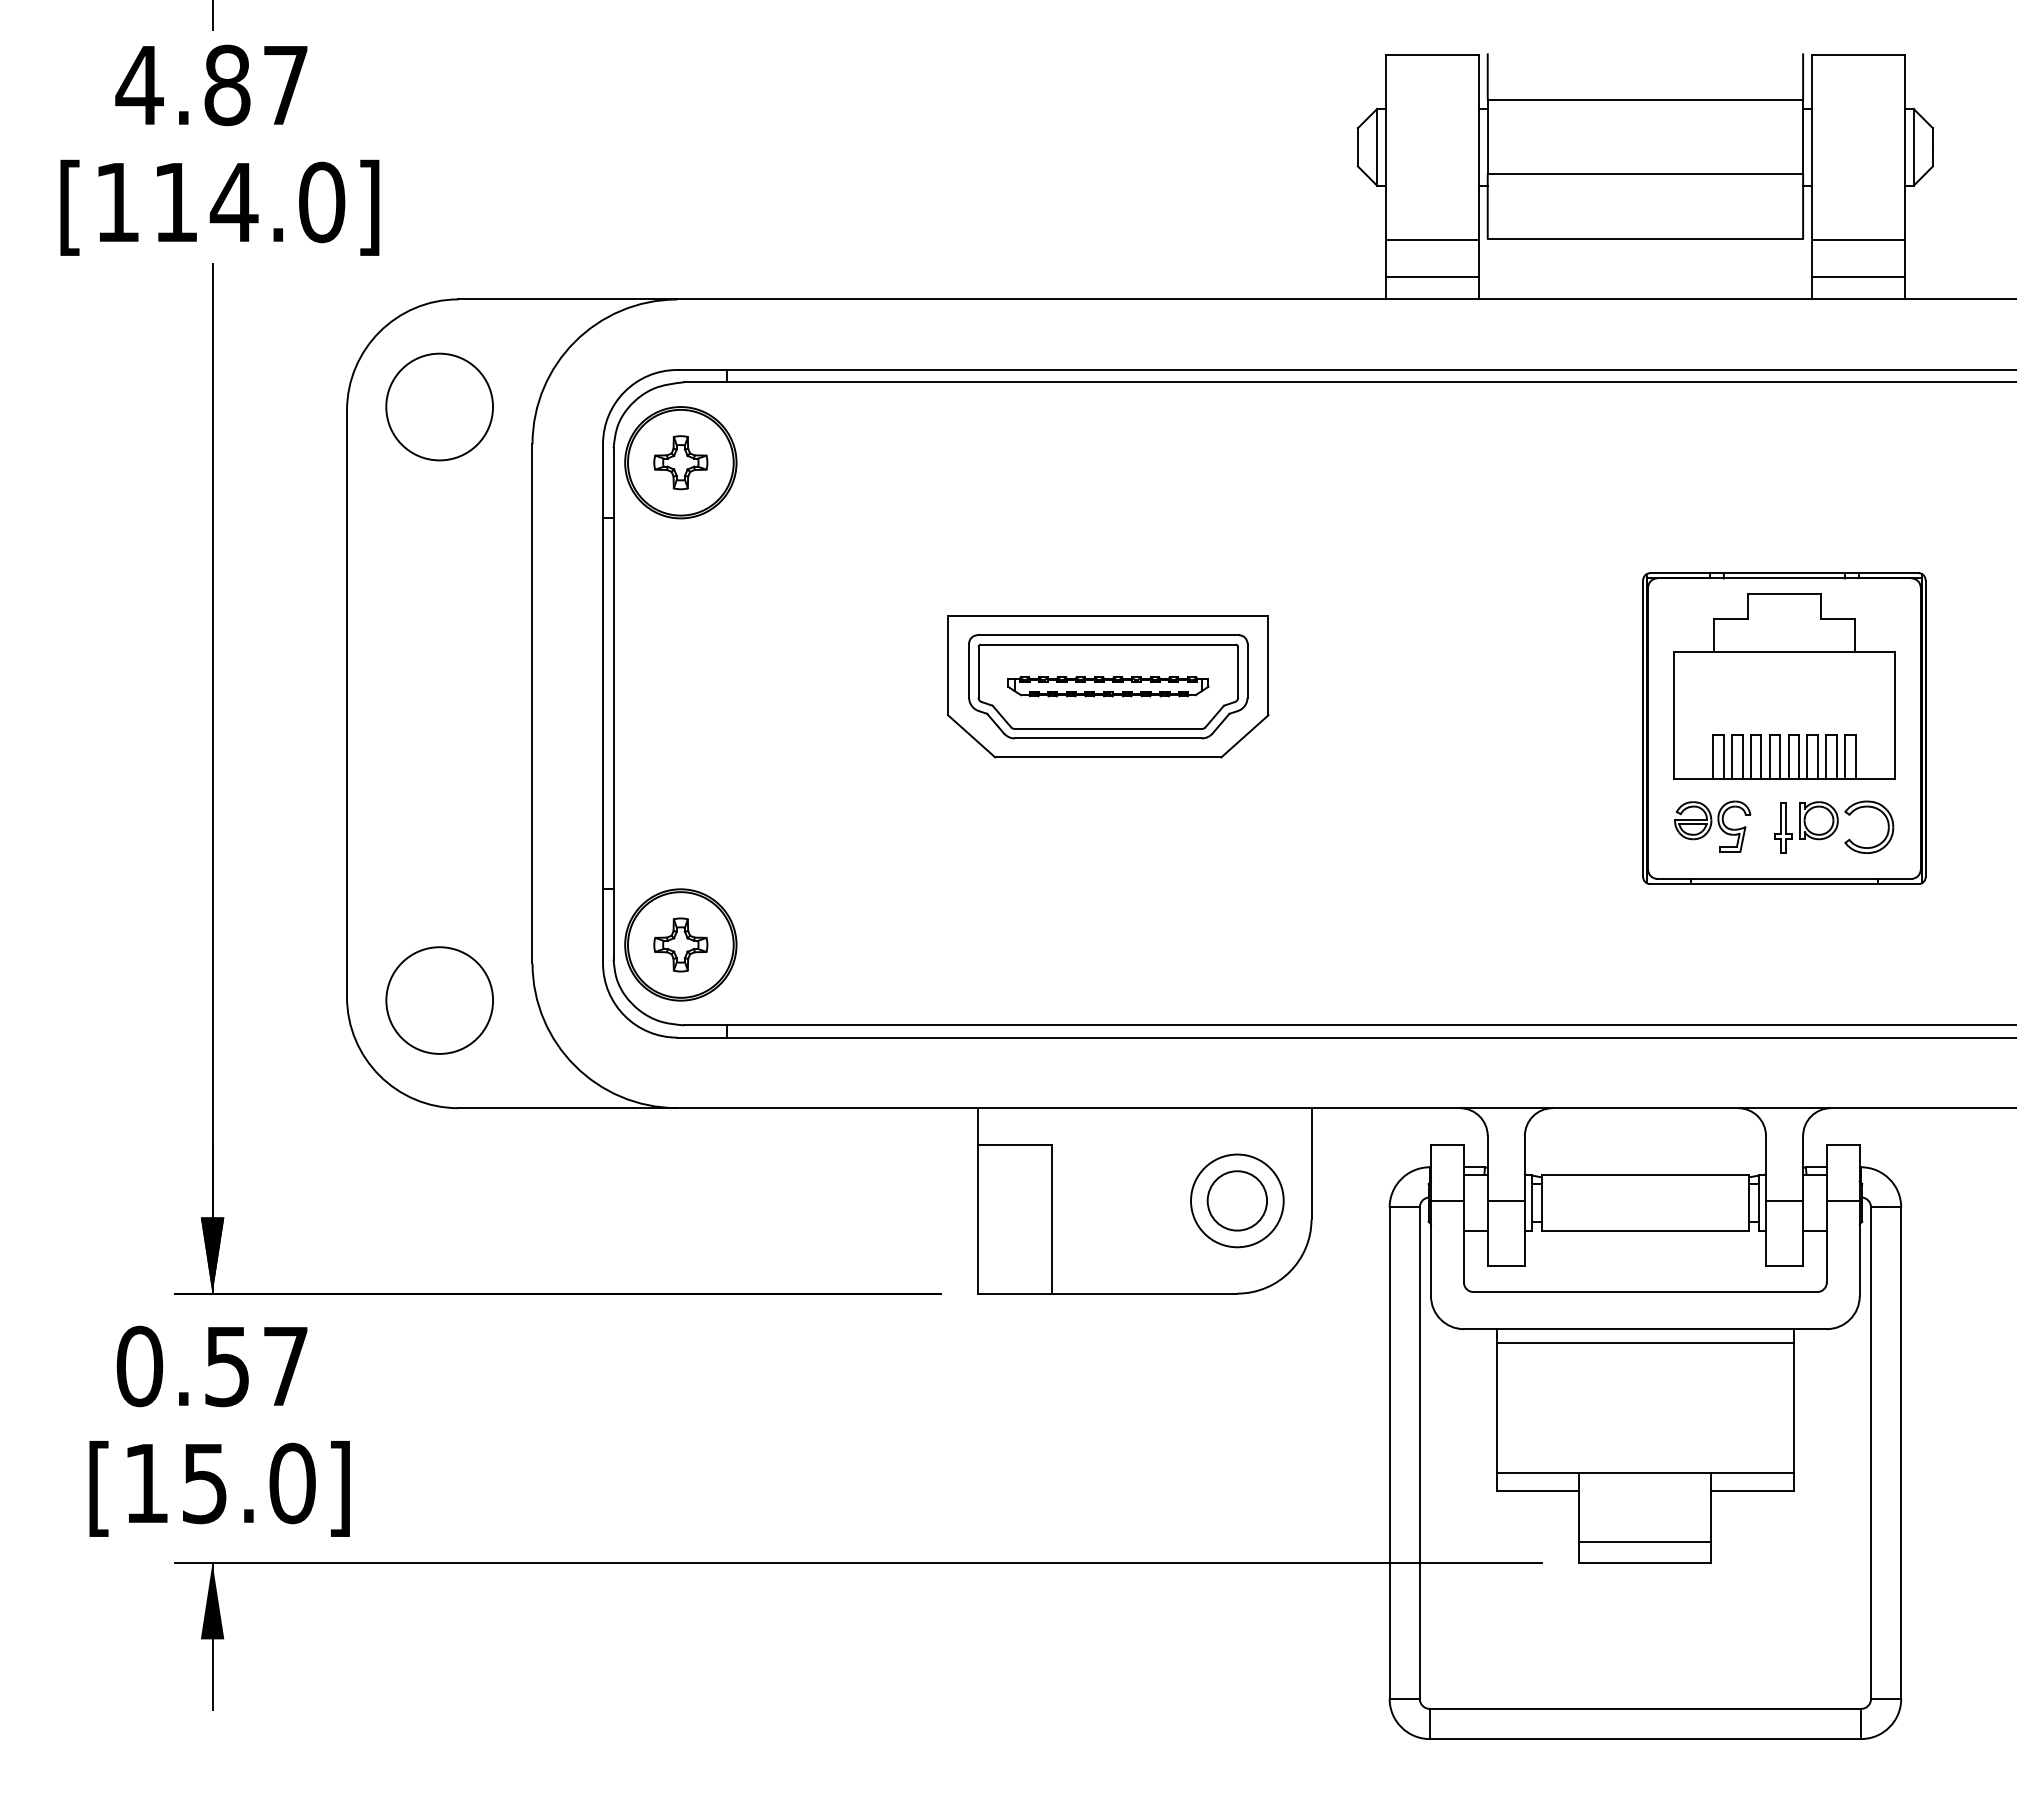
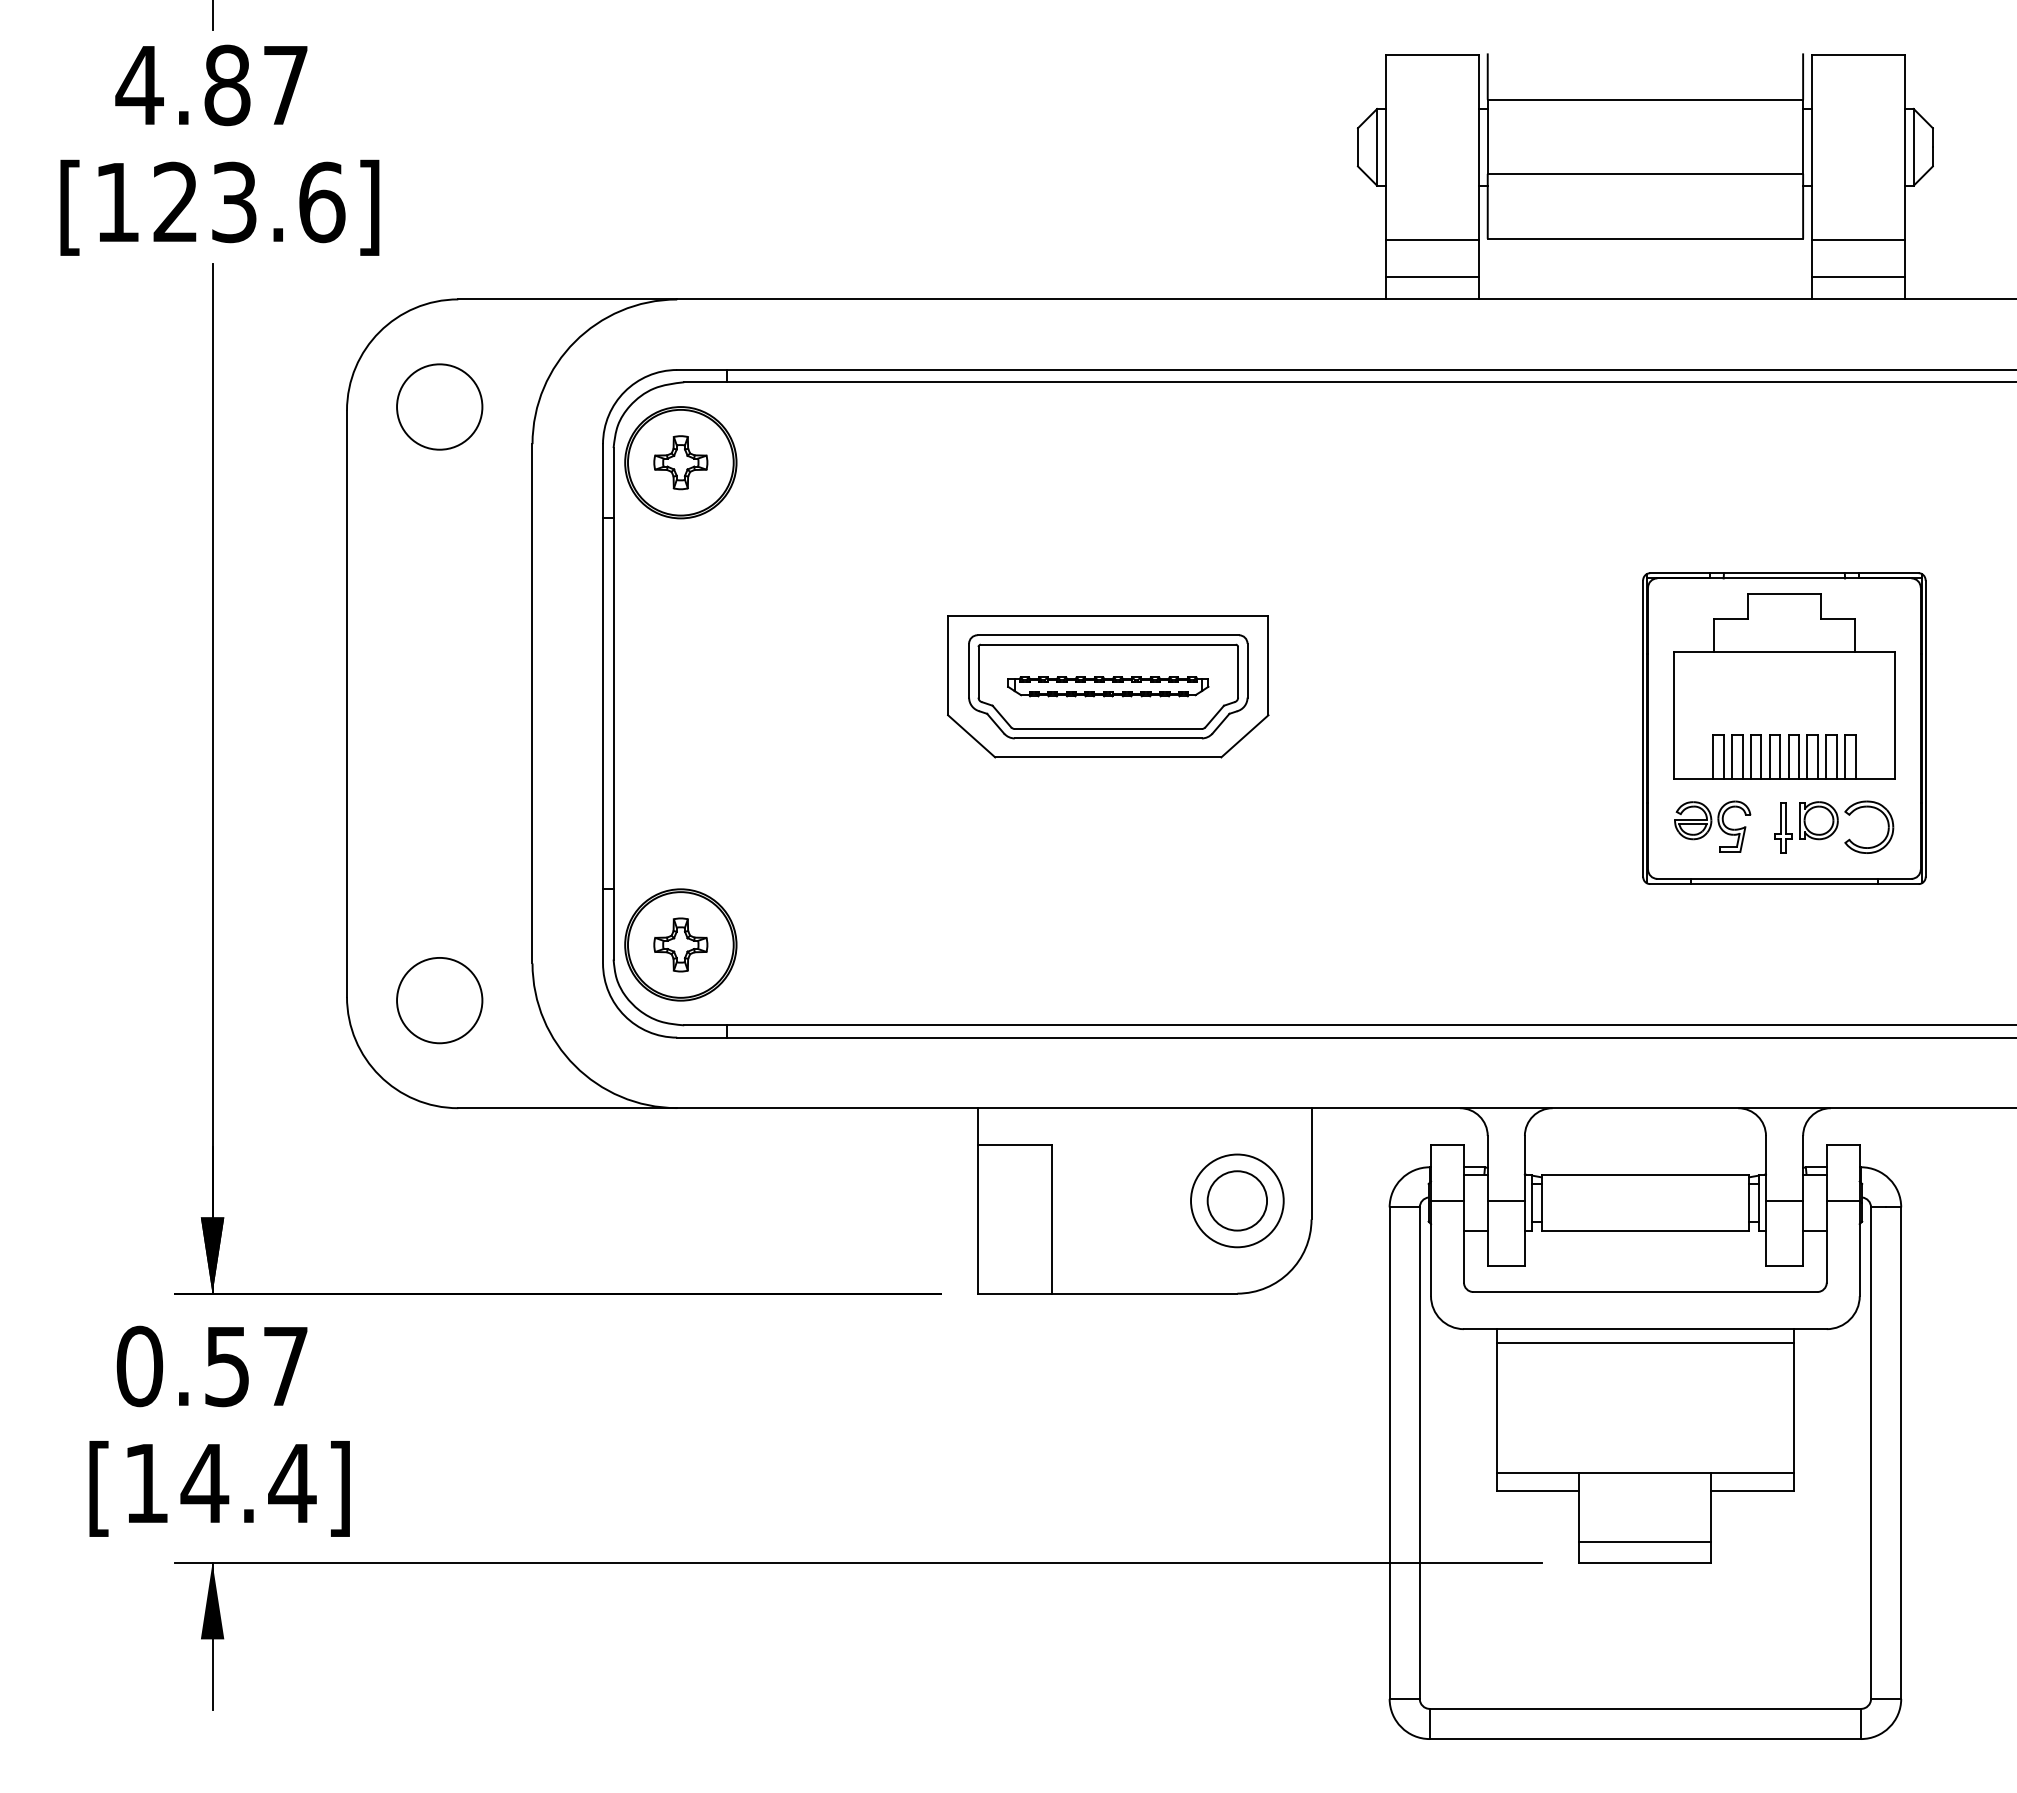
text at (249, 202): [114.0] -> [123.6]
circle at (439, 406) size: 109x110 px -> 88x88 px
circle at (439, 1000) diameter: 107 px -> 85 px
text at (248, 1483): [15.0] -> [14.4]
